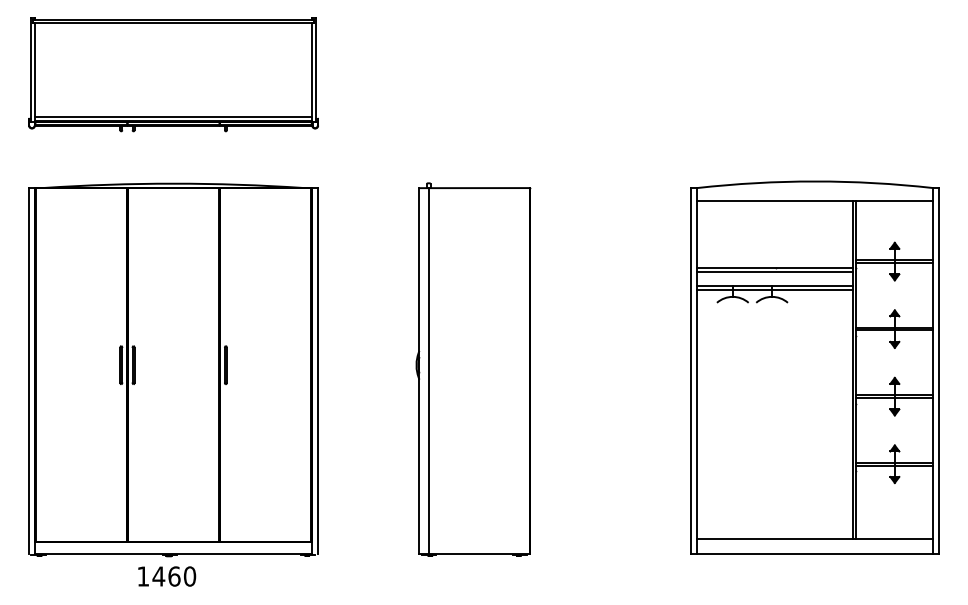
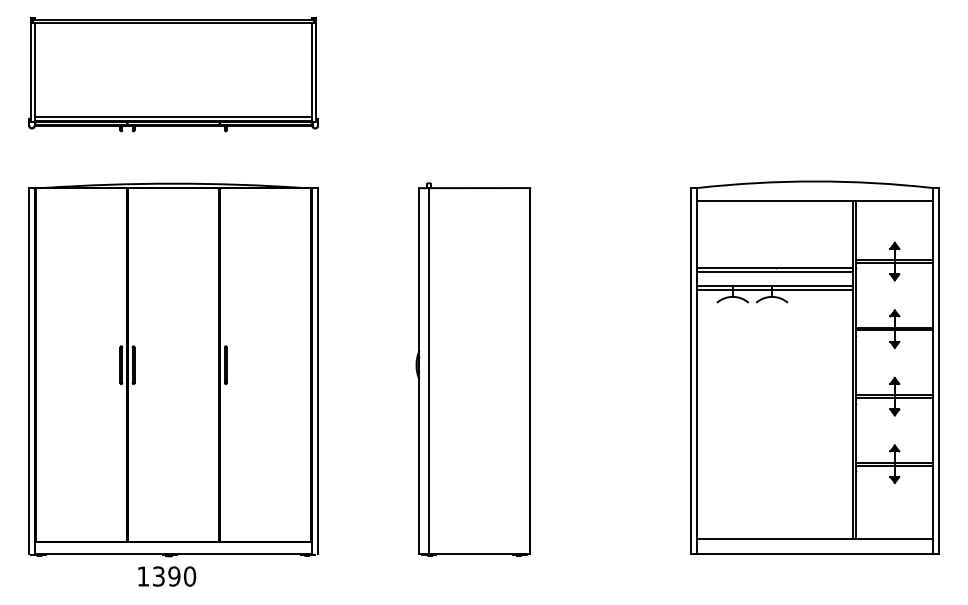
text at (166, 576): 1460 -> 1390
